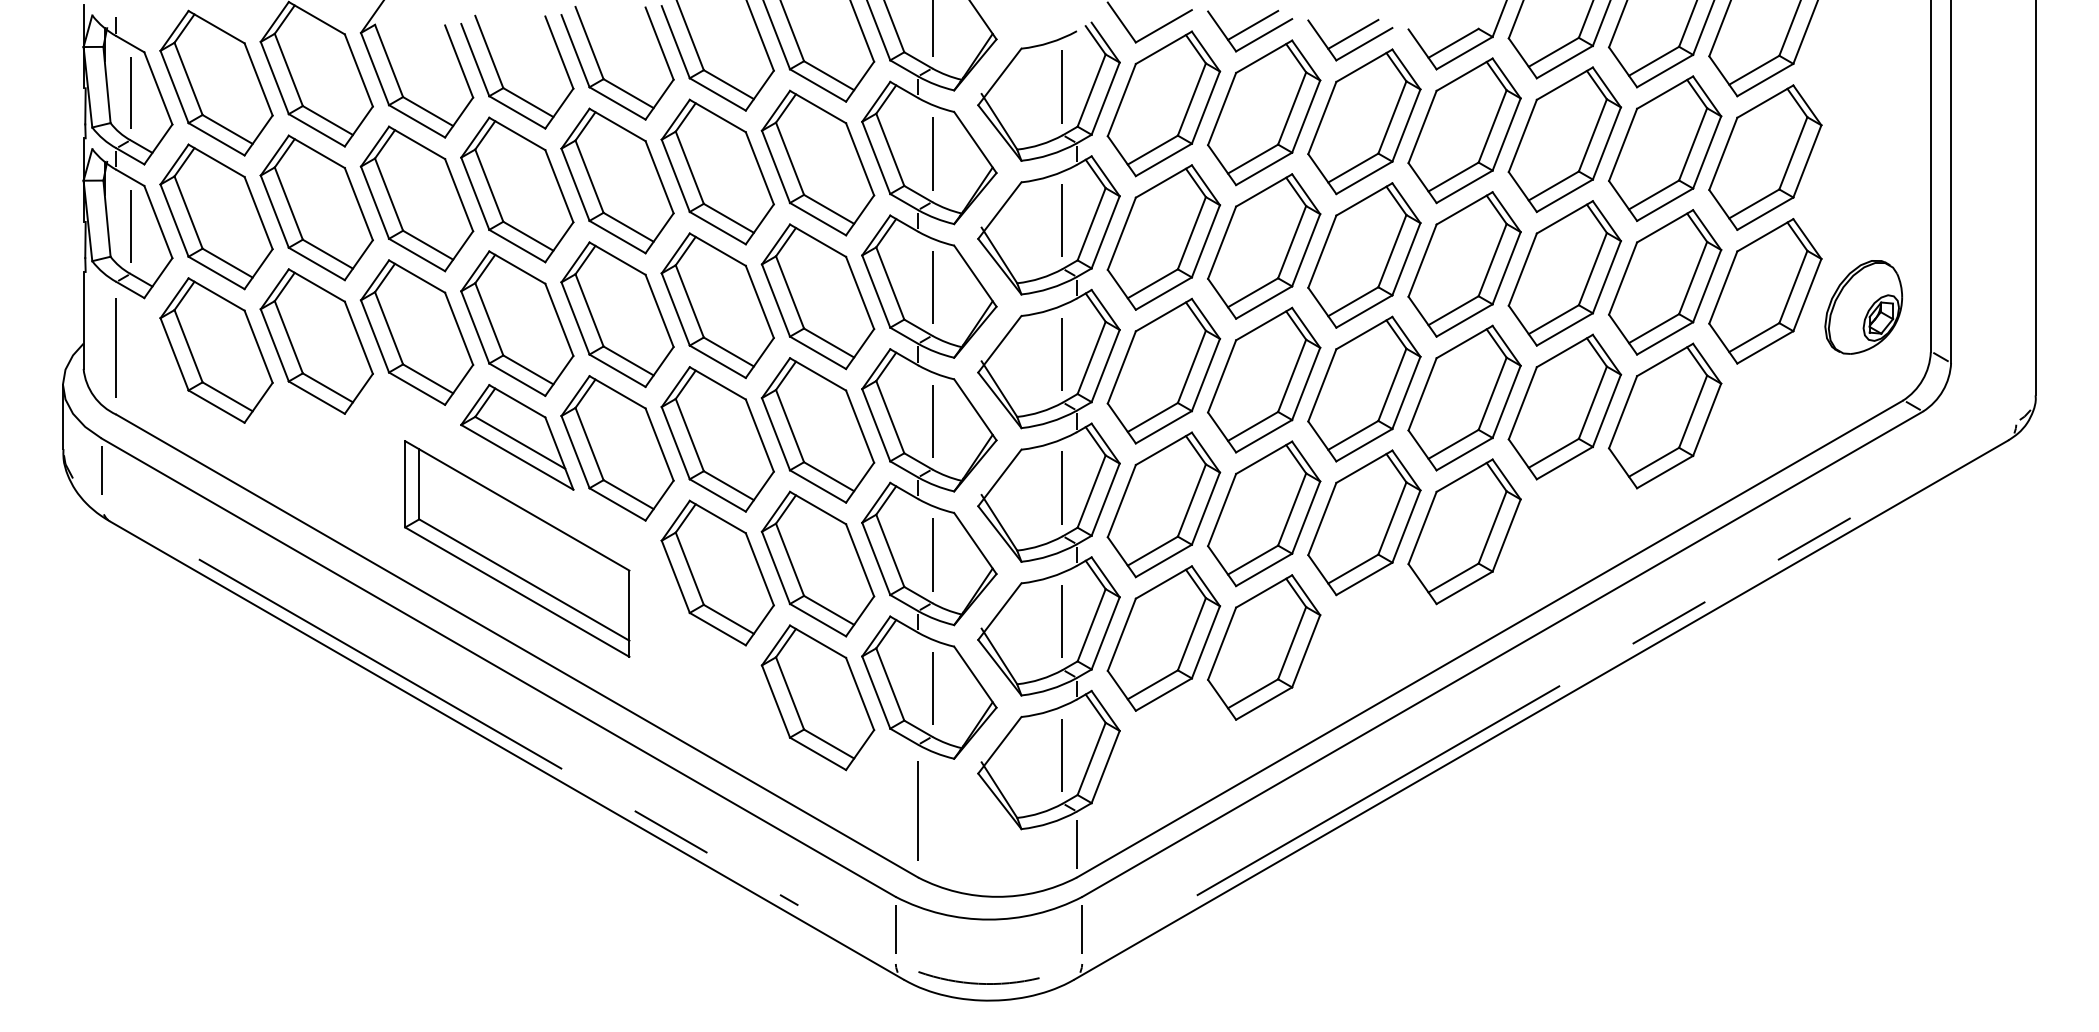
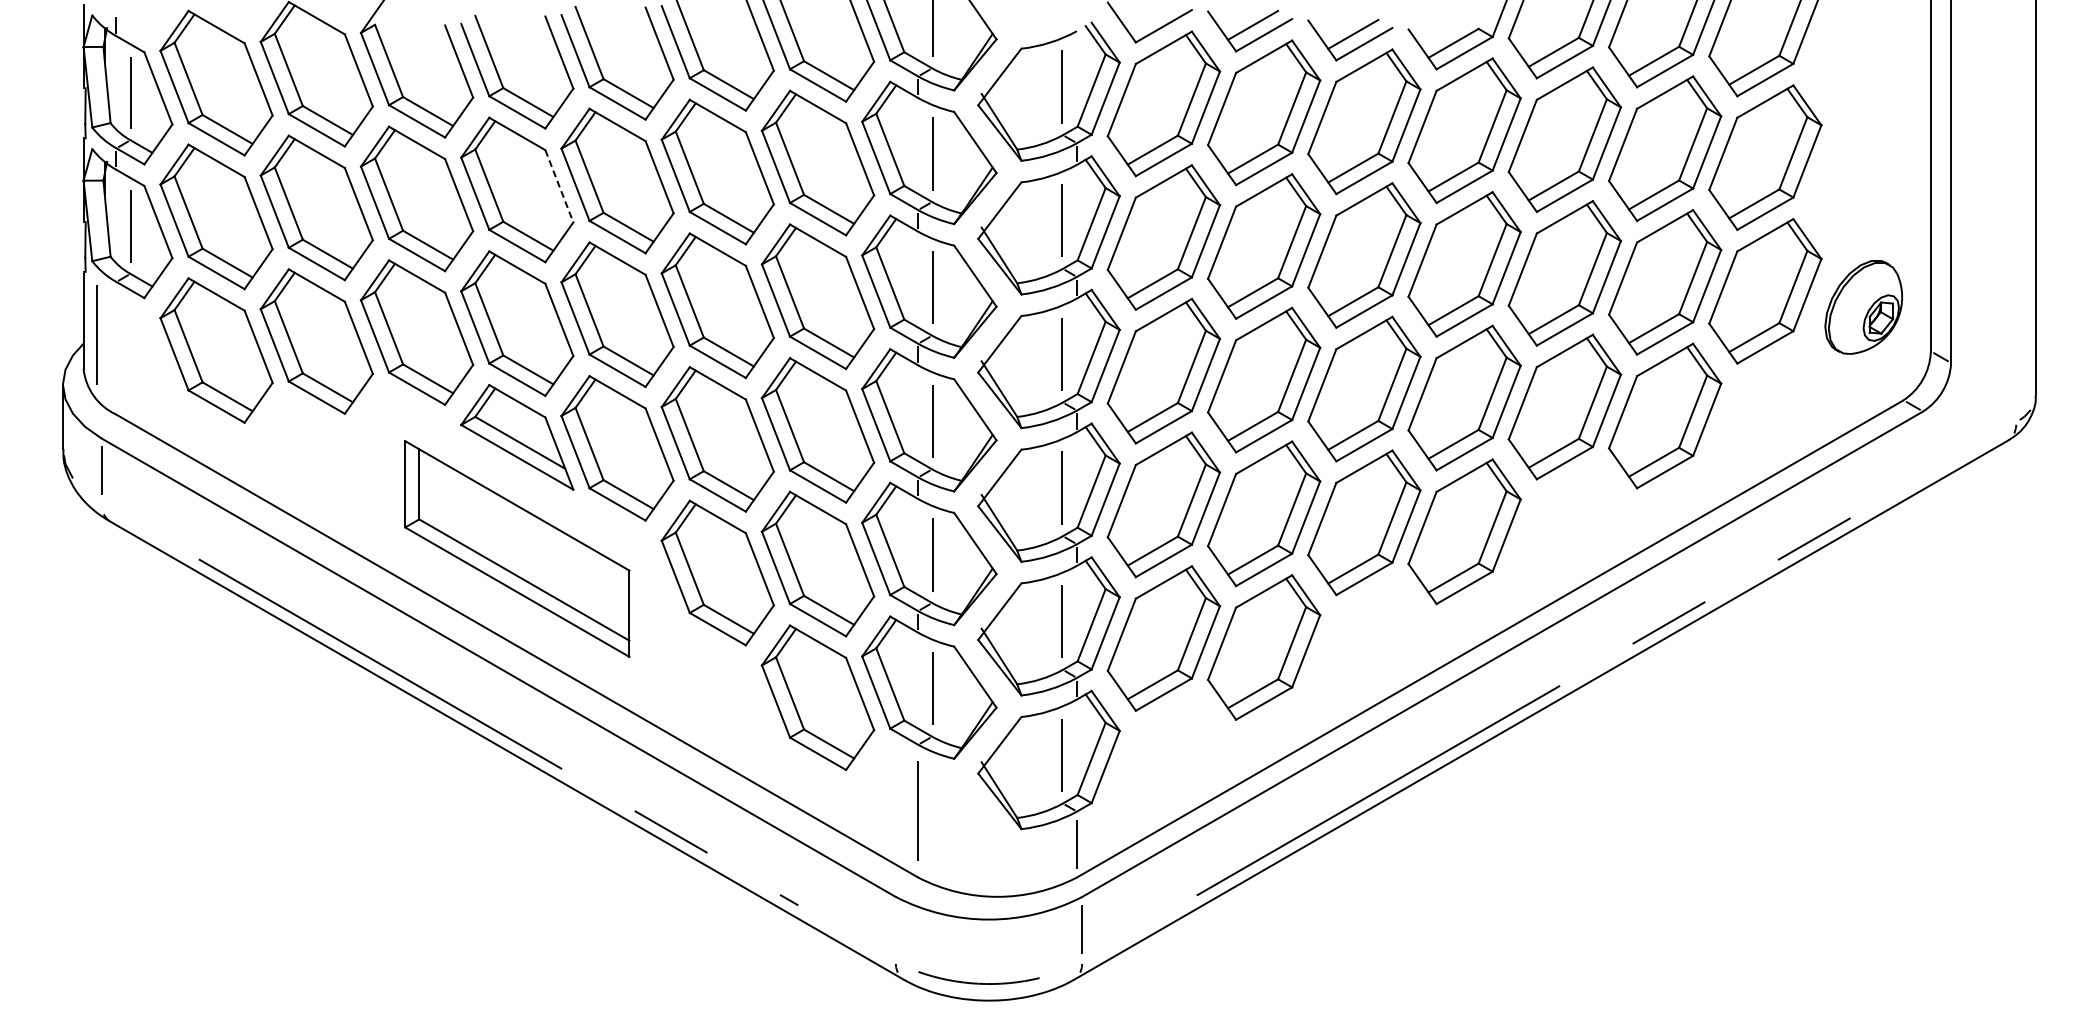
line at (559, 186): solid -> dashed
line at (115, 347) position: (115, 347) -> (96, 334)
line at (895, 928): present -> none
